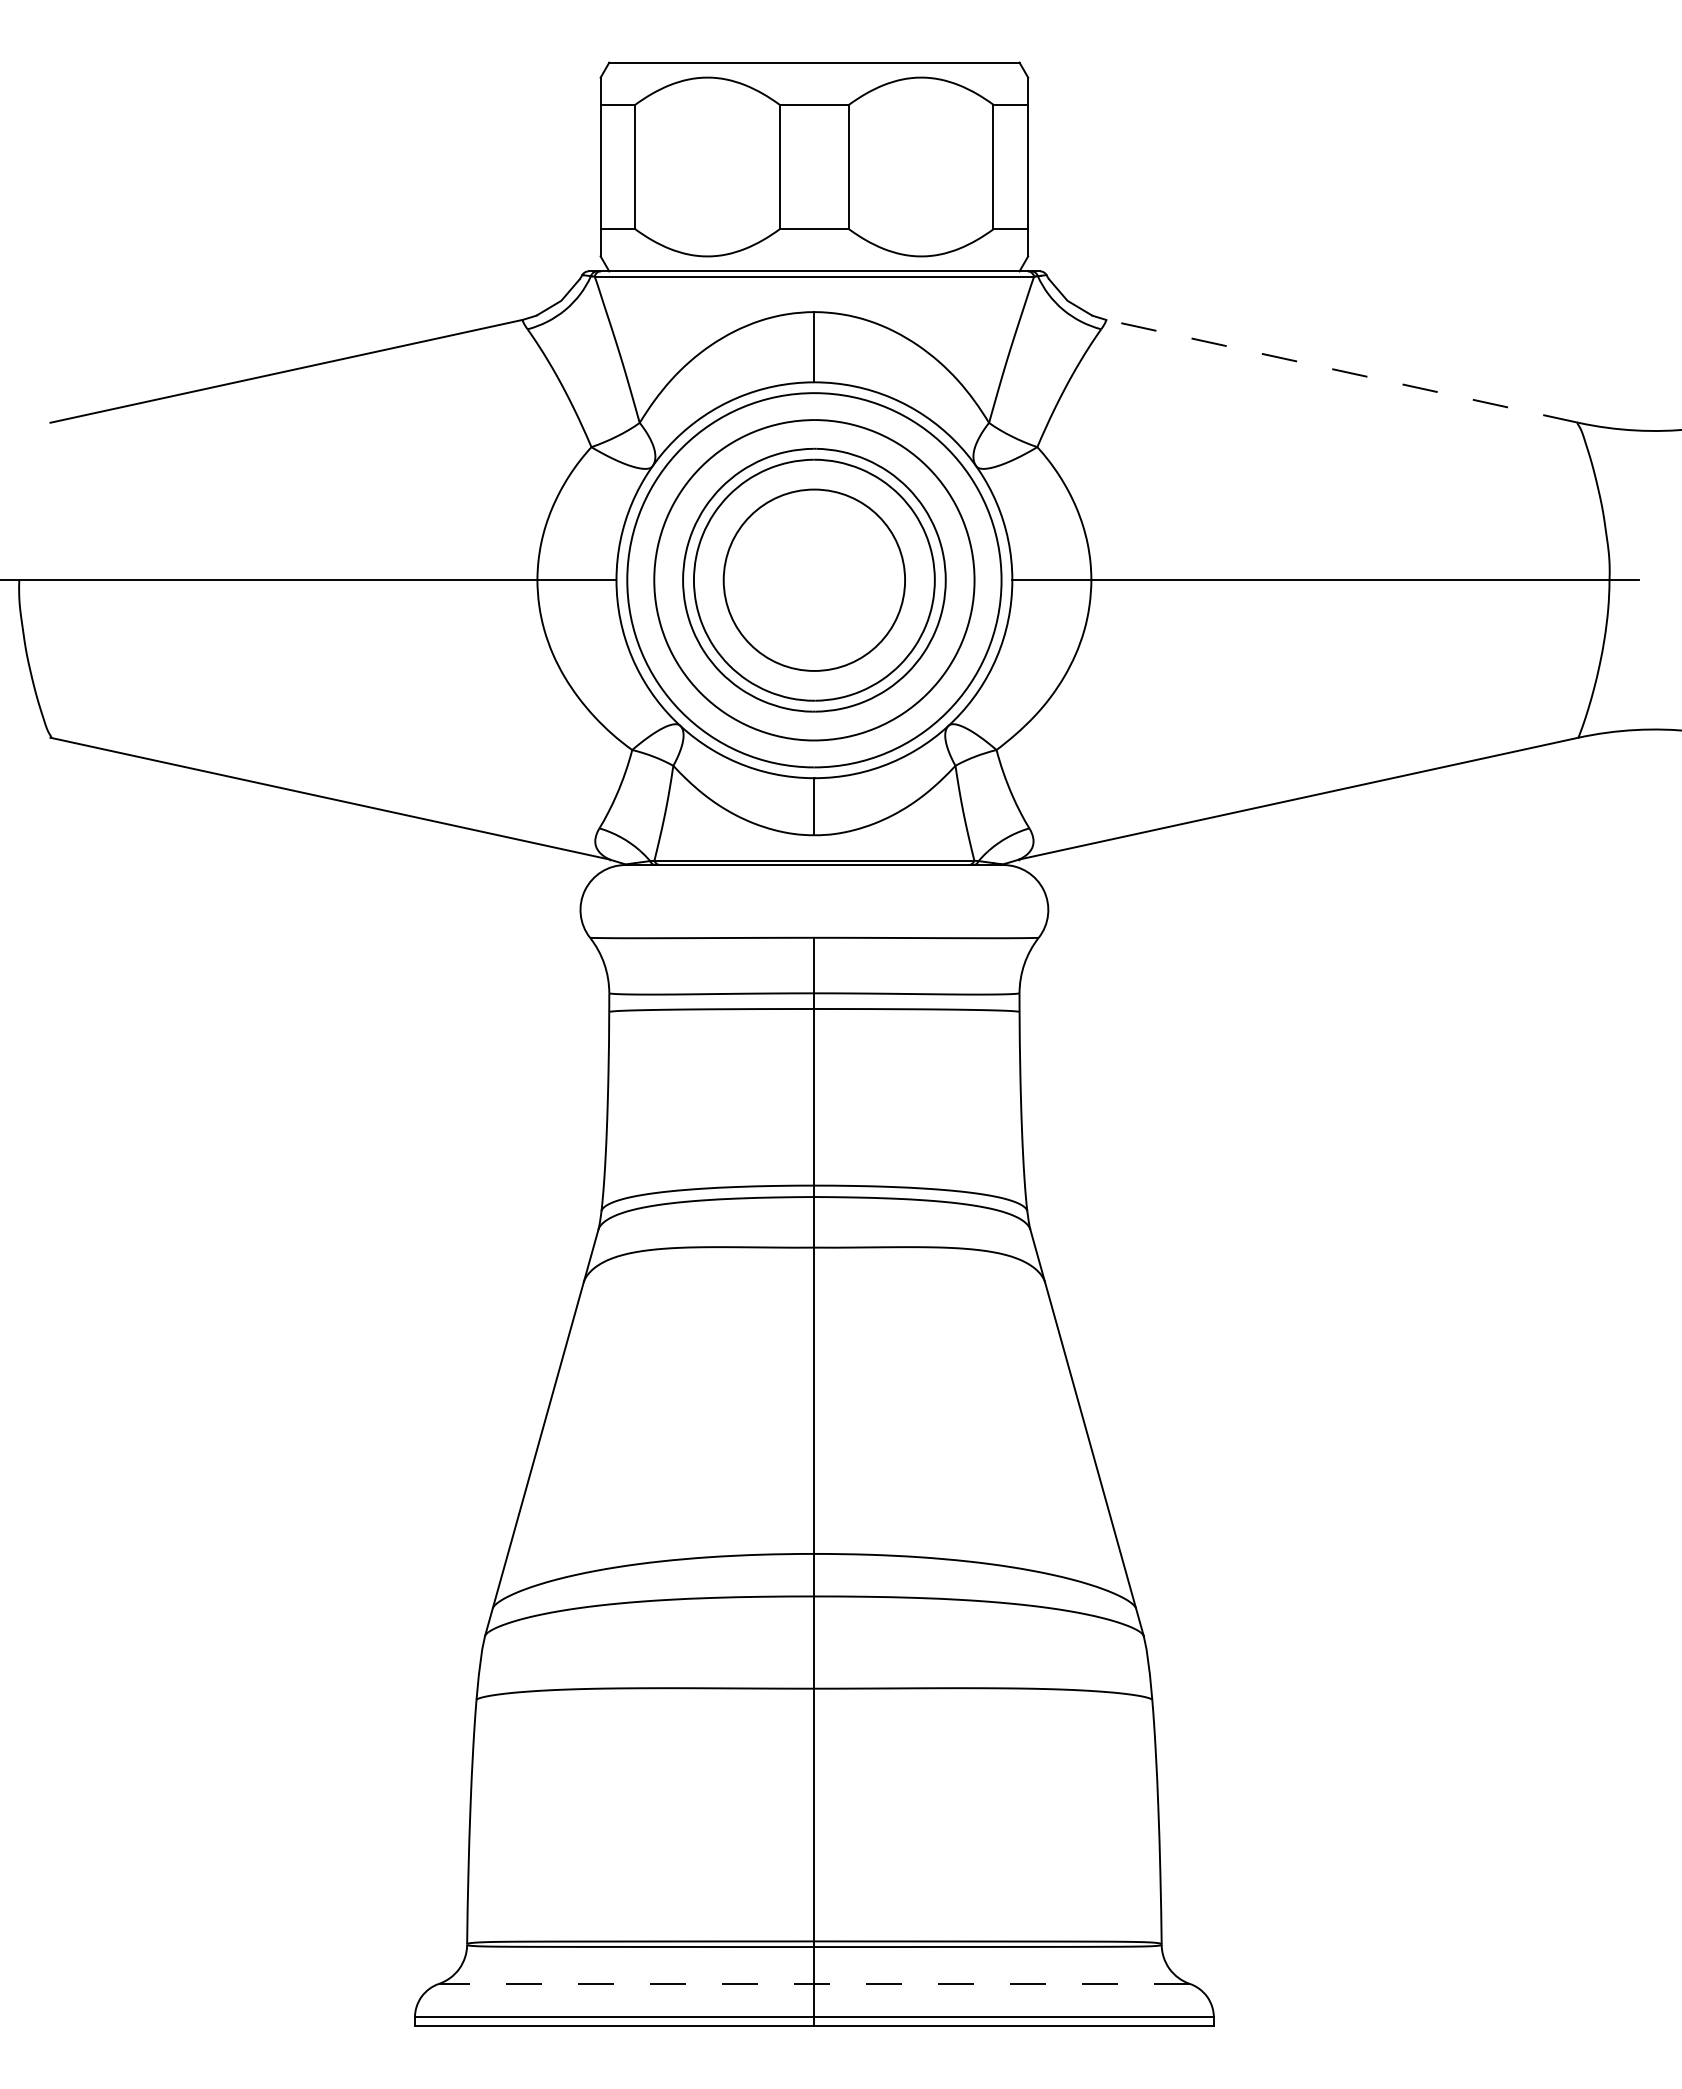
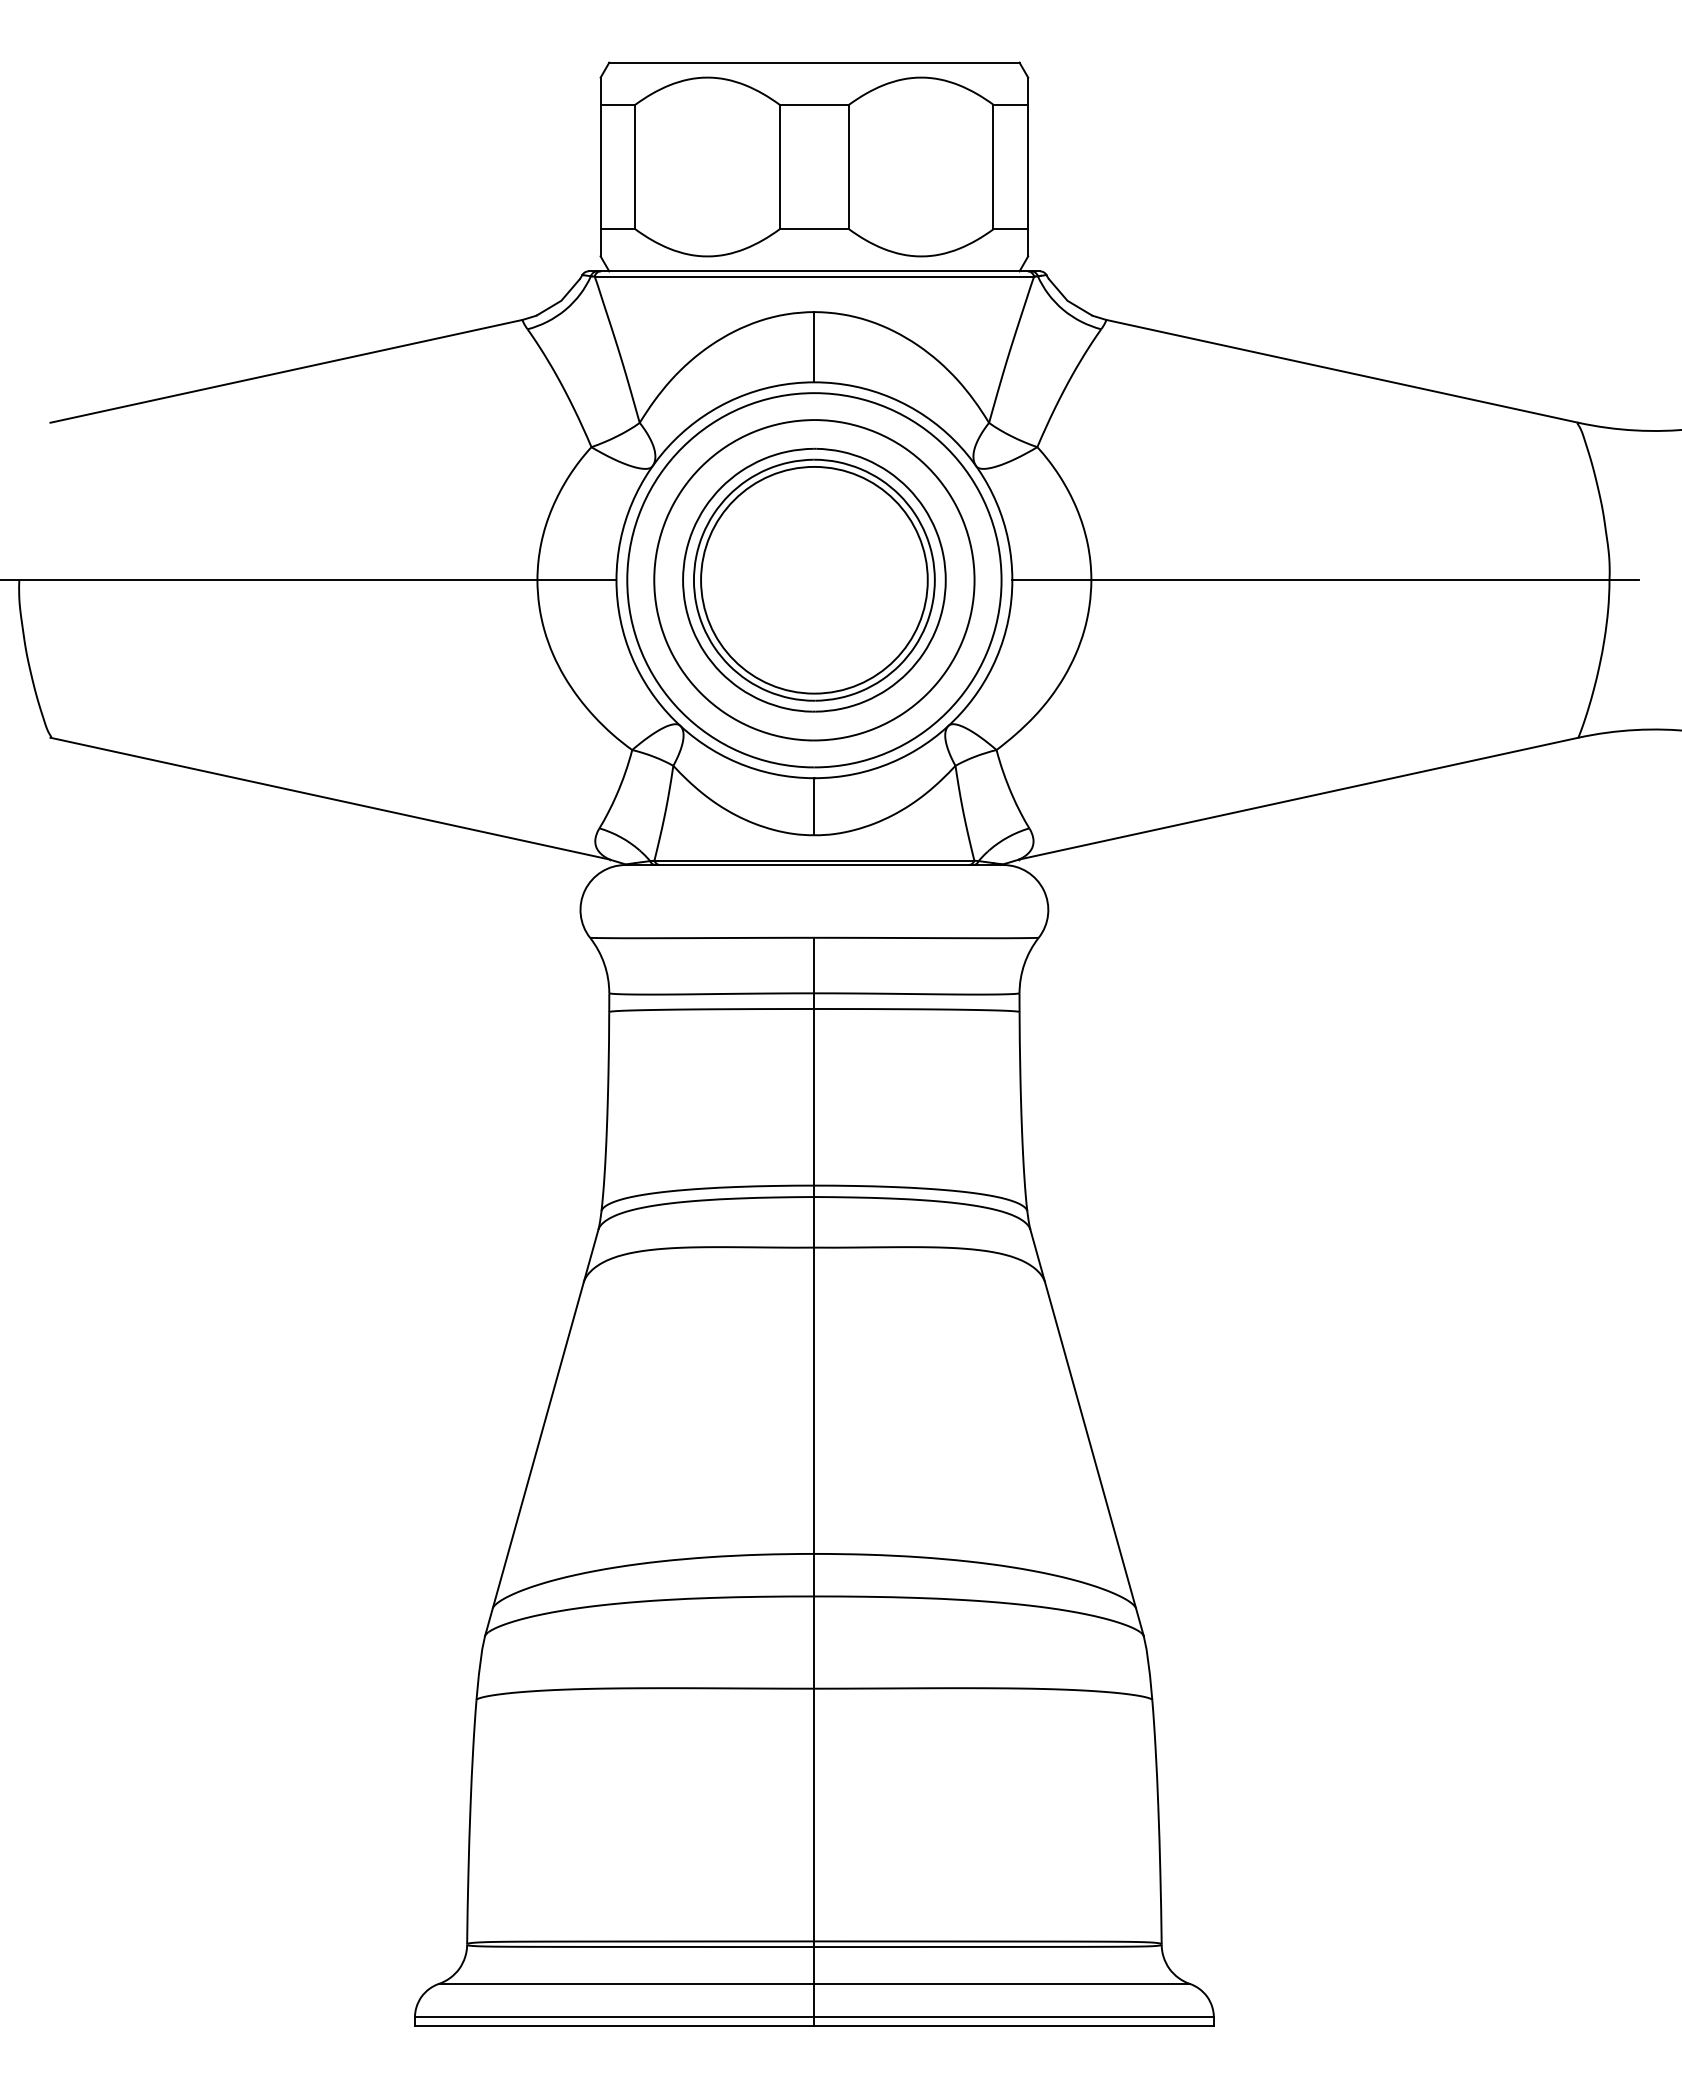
line at (1341, 371): dashed -> solid
circle at (814, 579) diameter: 181 px -> 227 px
line at (813, 1983): dashed -> solid
